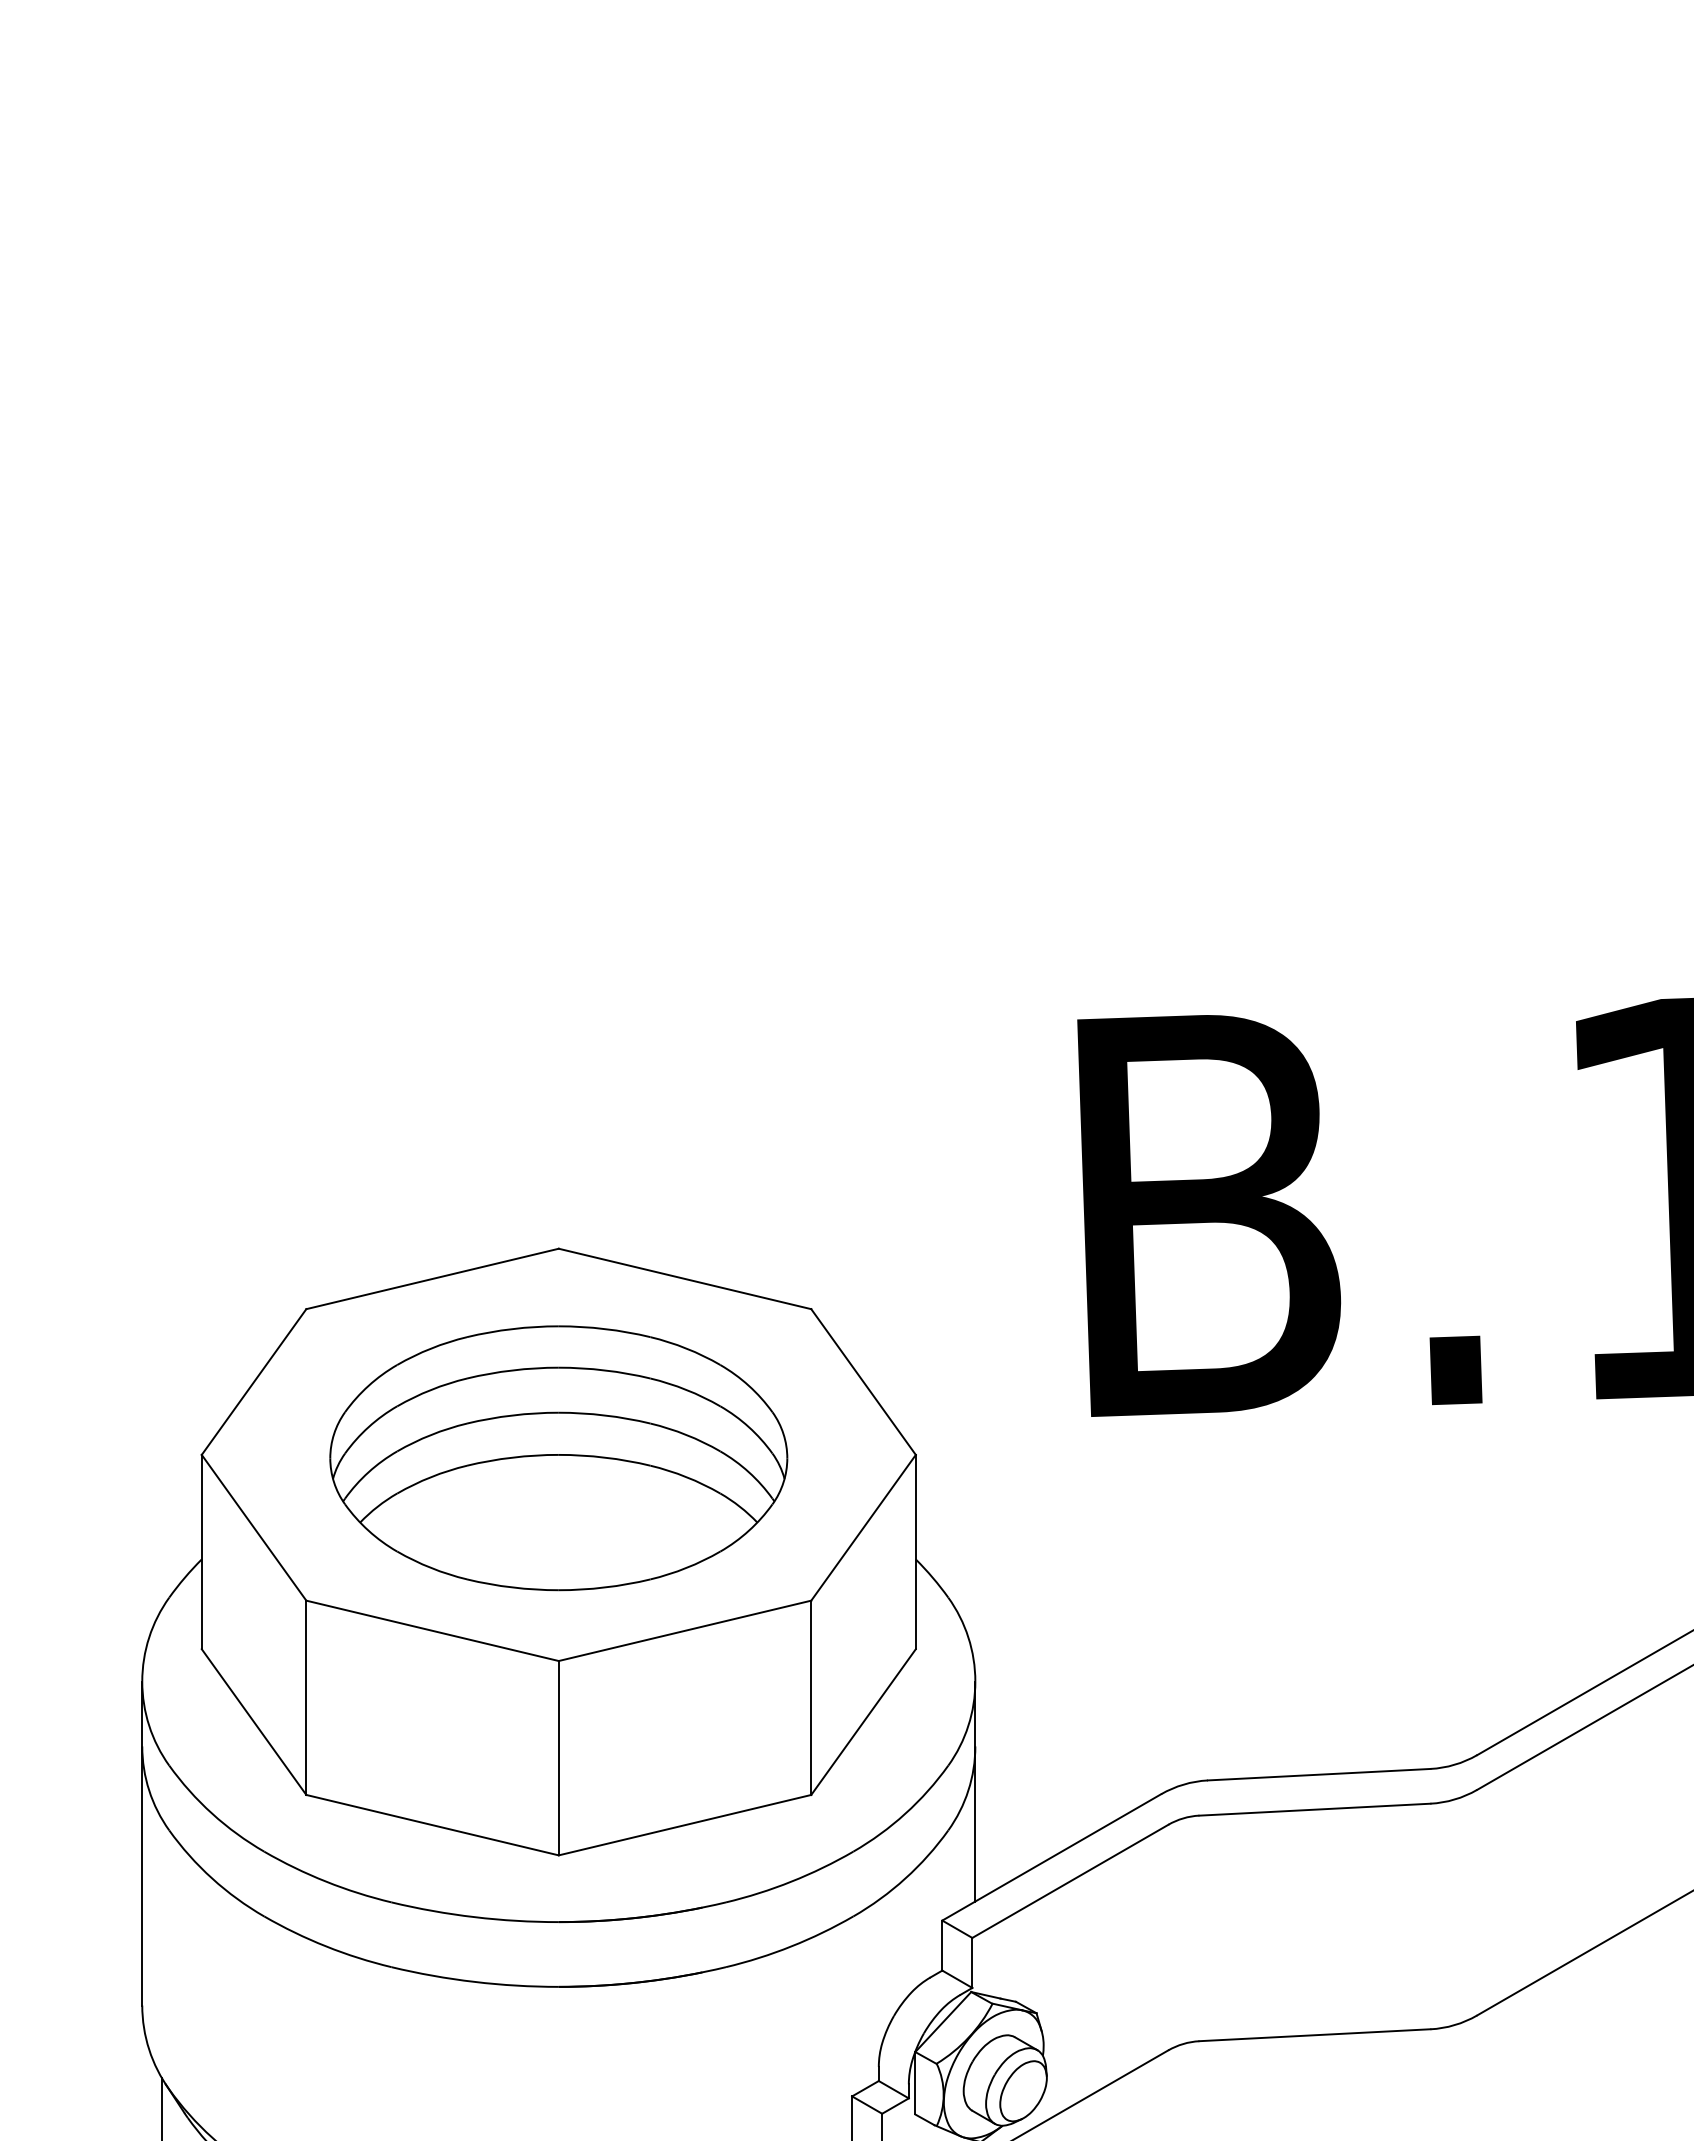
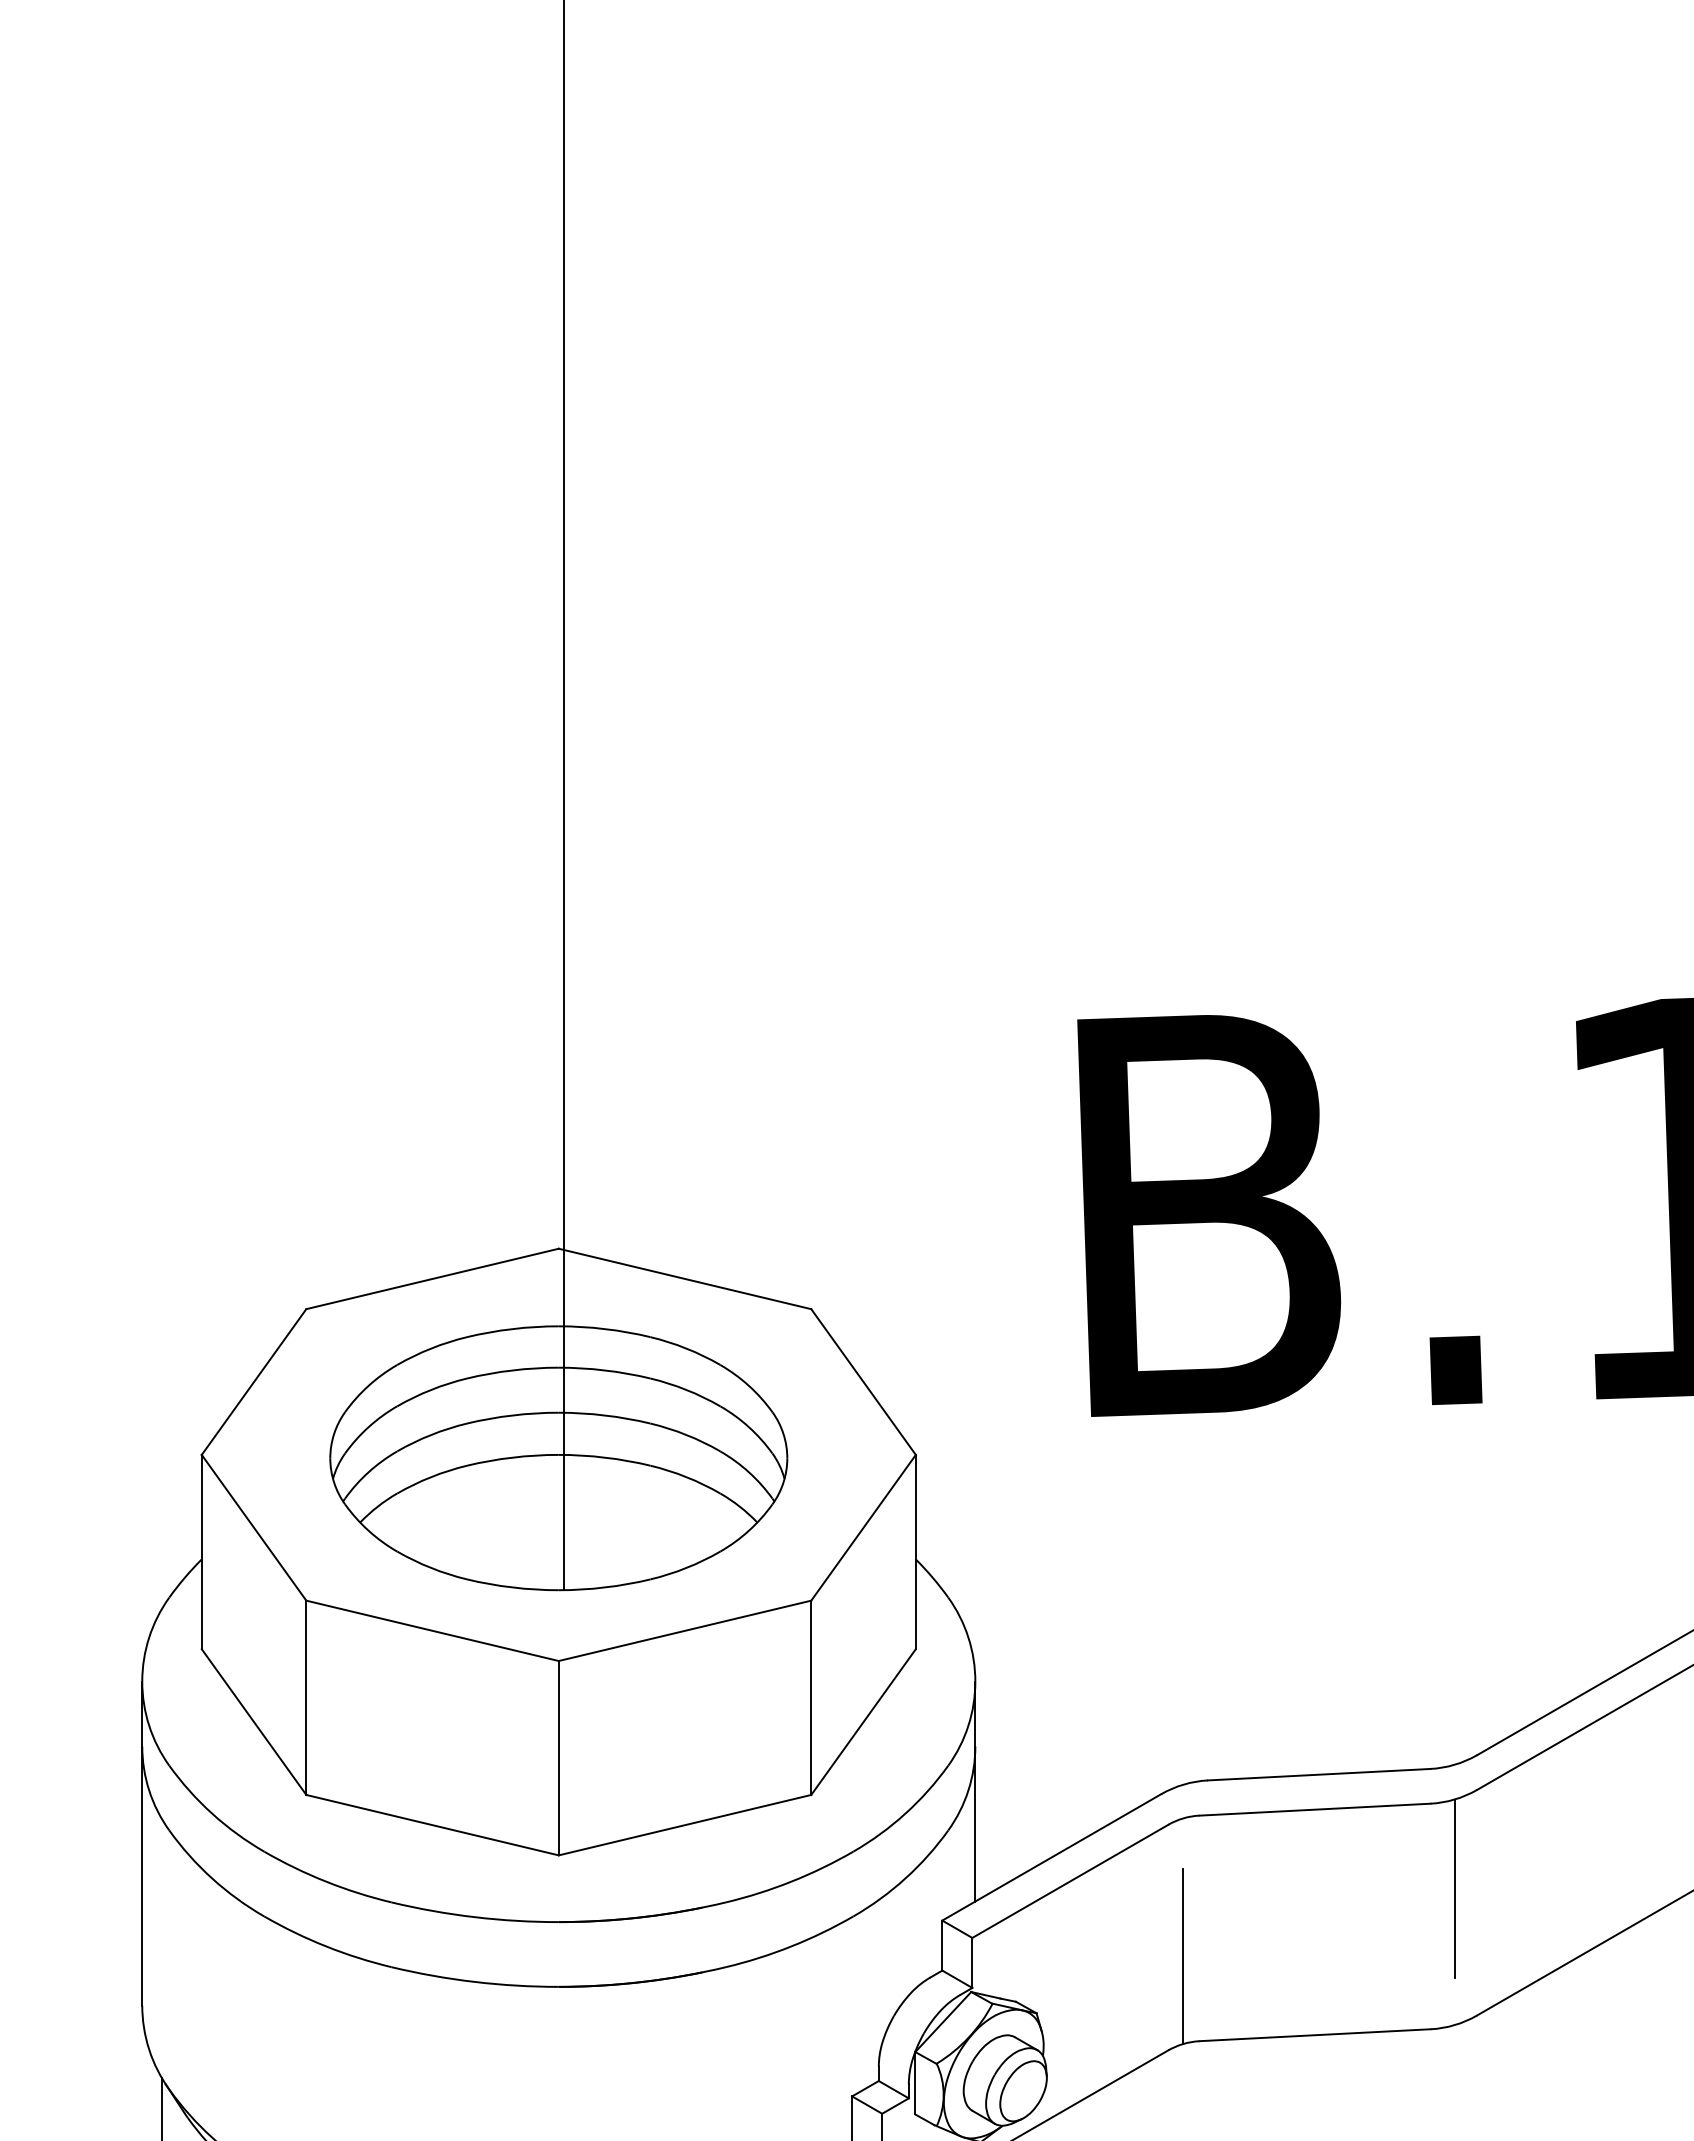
line at (563, 796): none -> present
line at (1454, 1888): none -> present
line at (1183, 1956): none -> present
